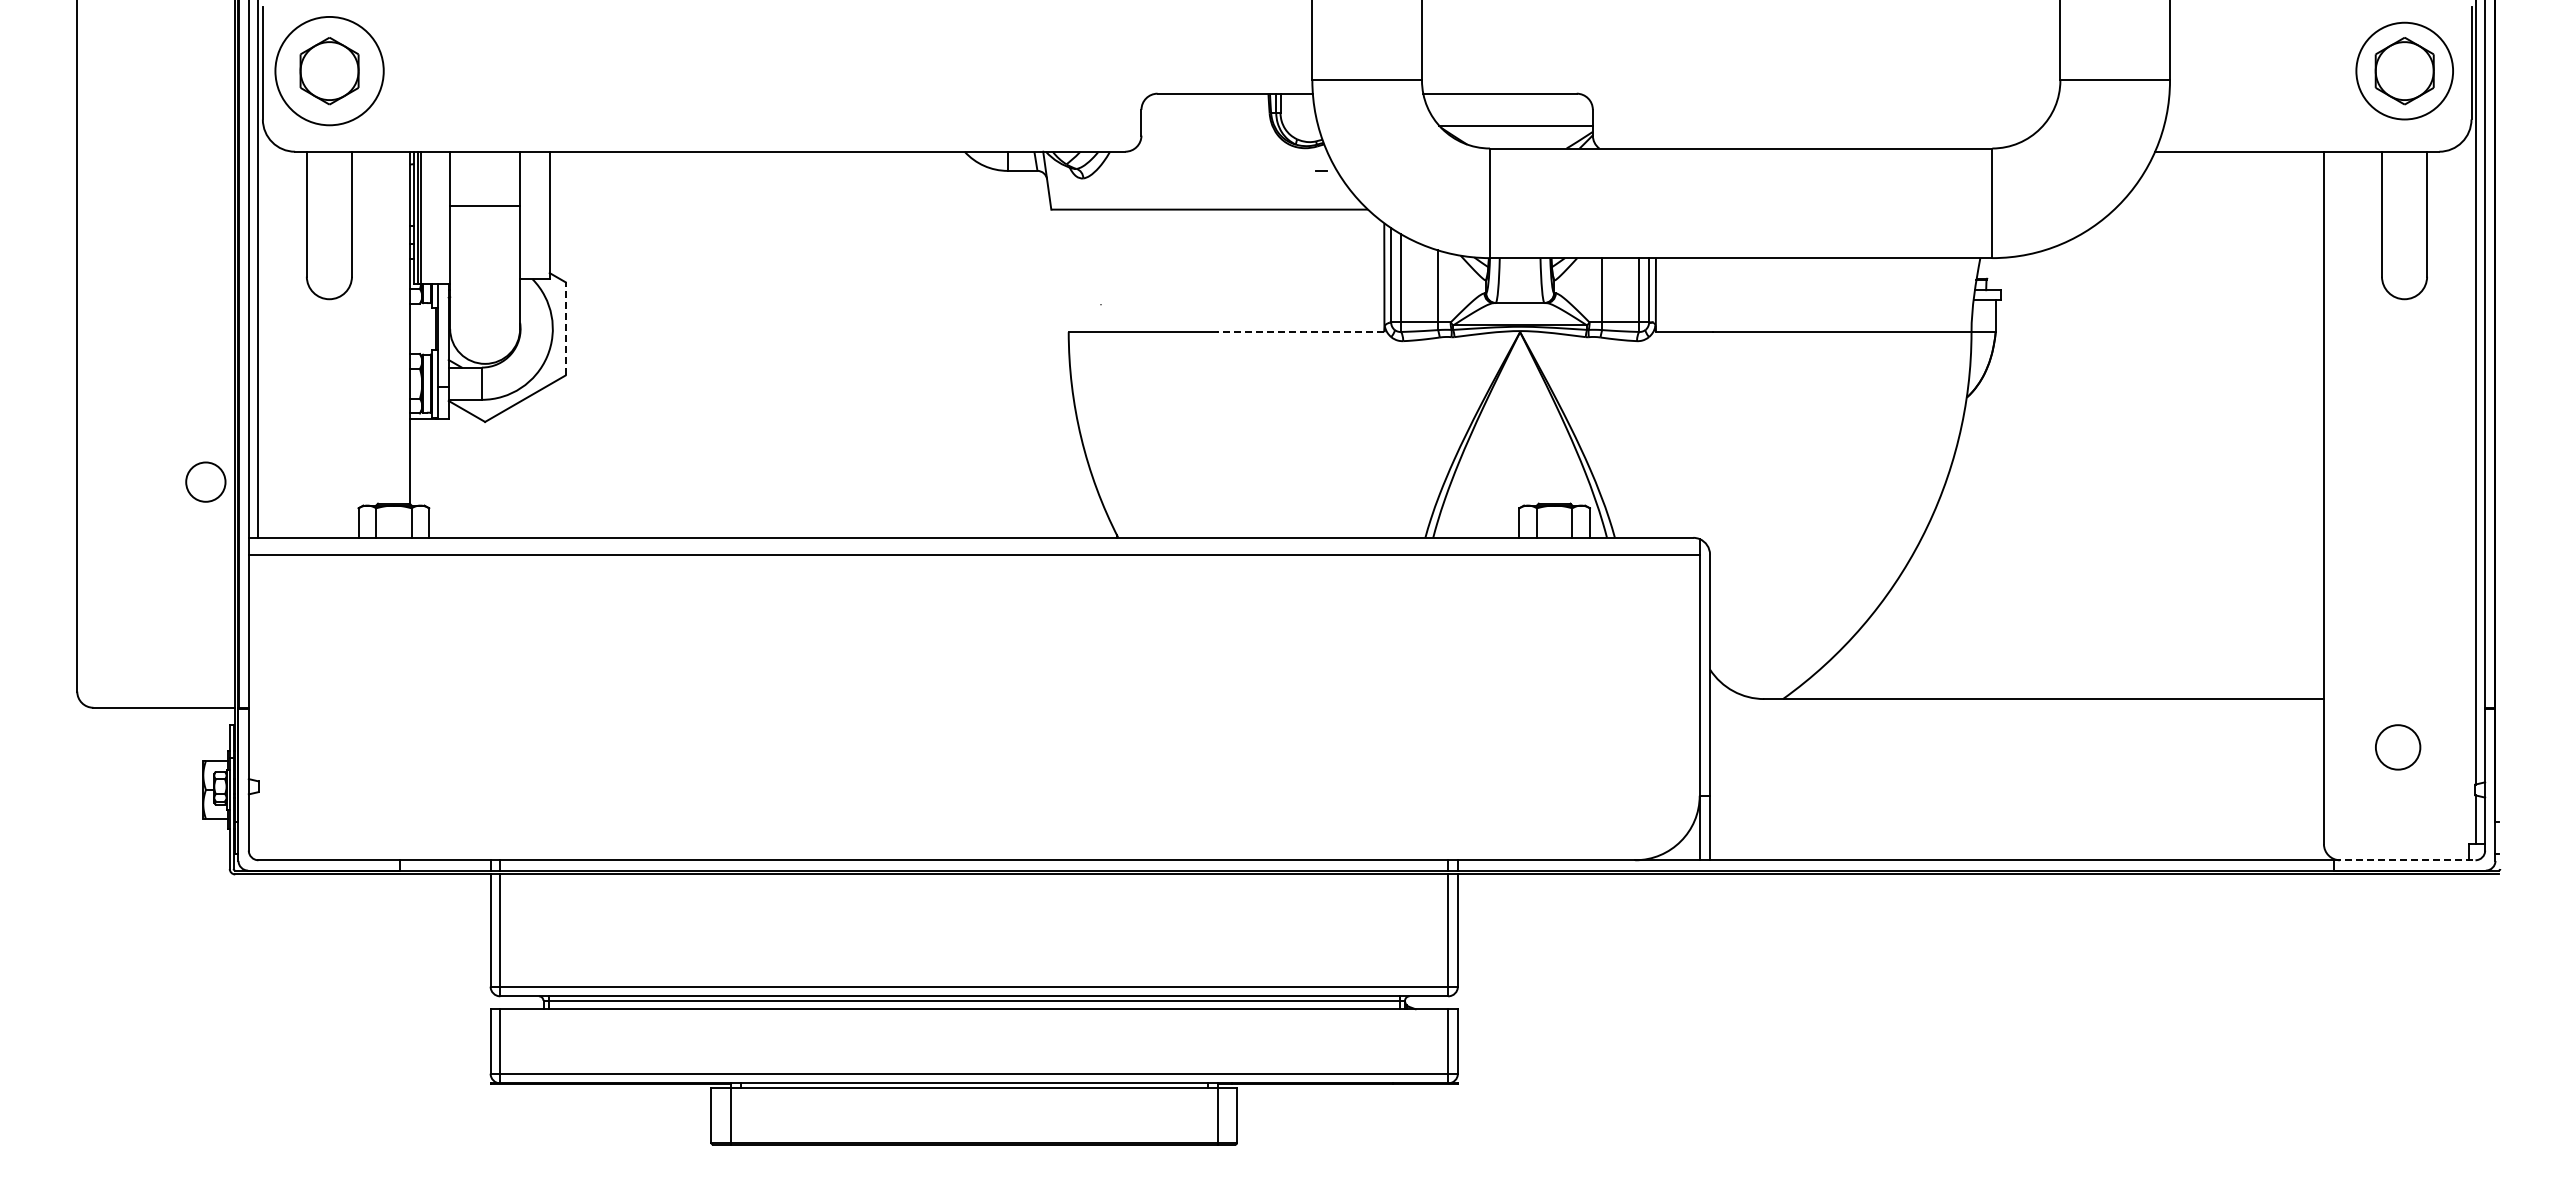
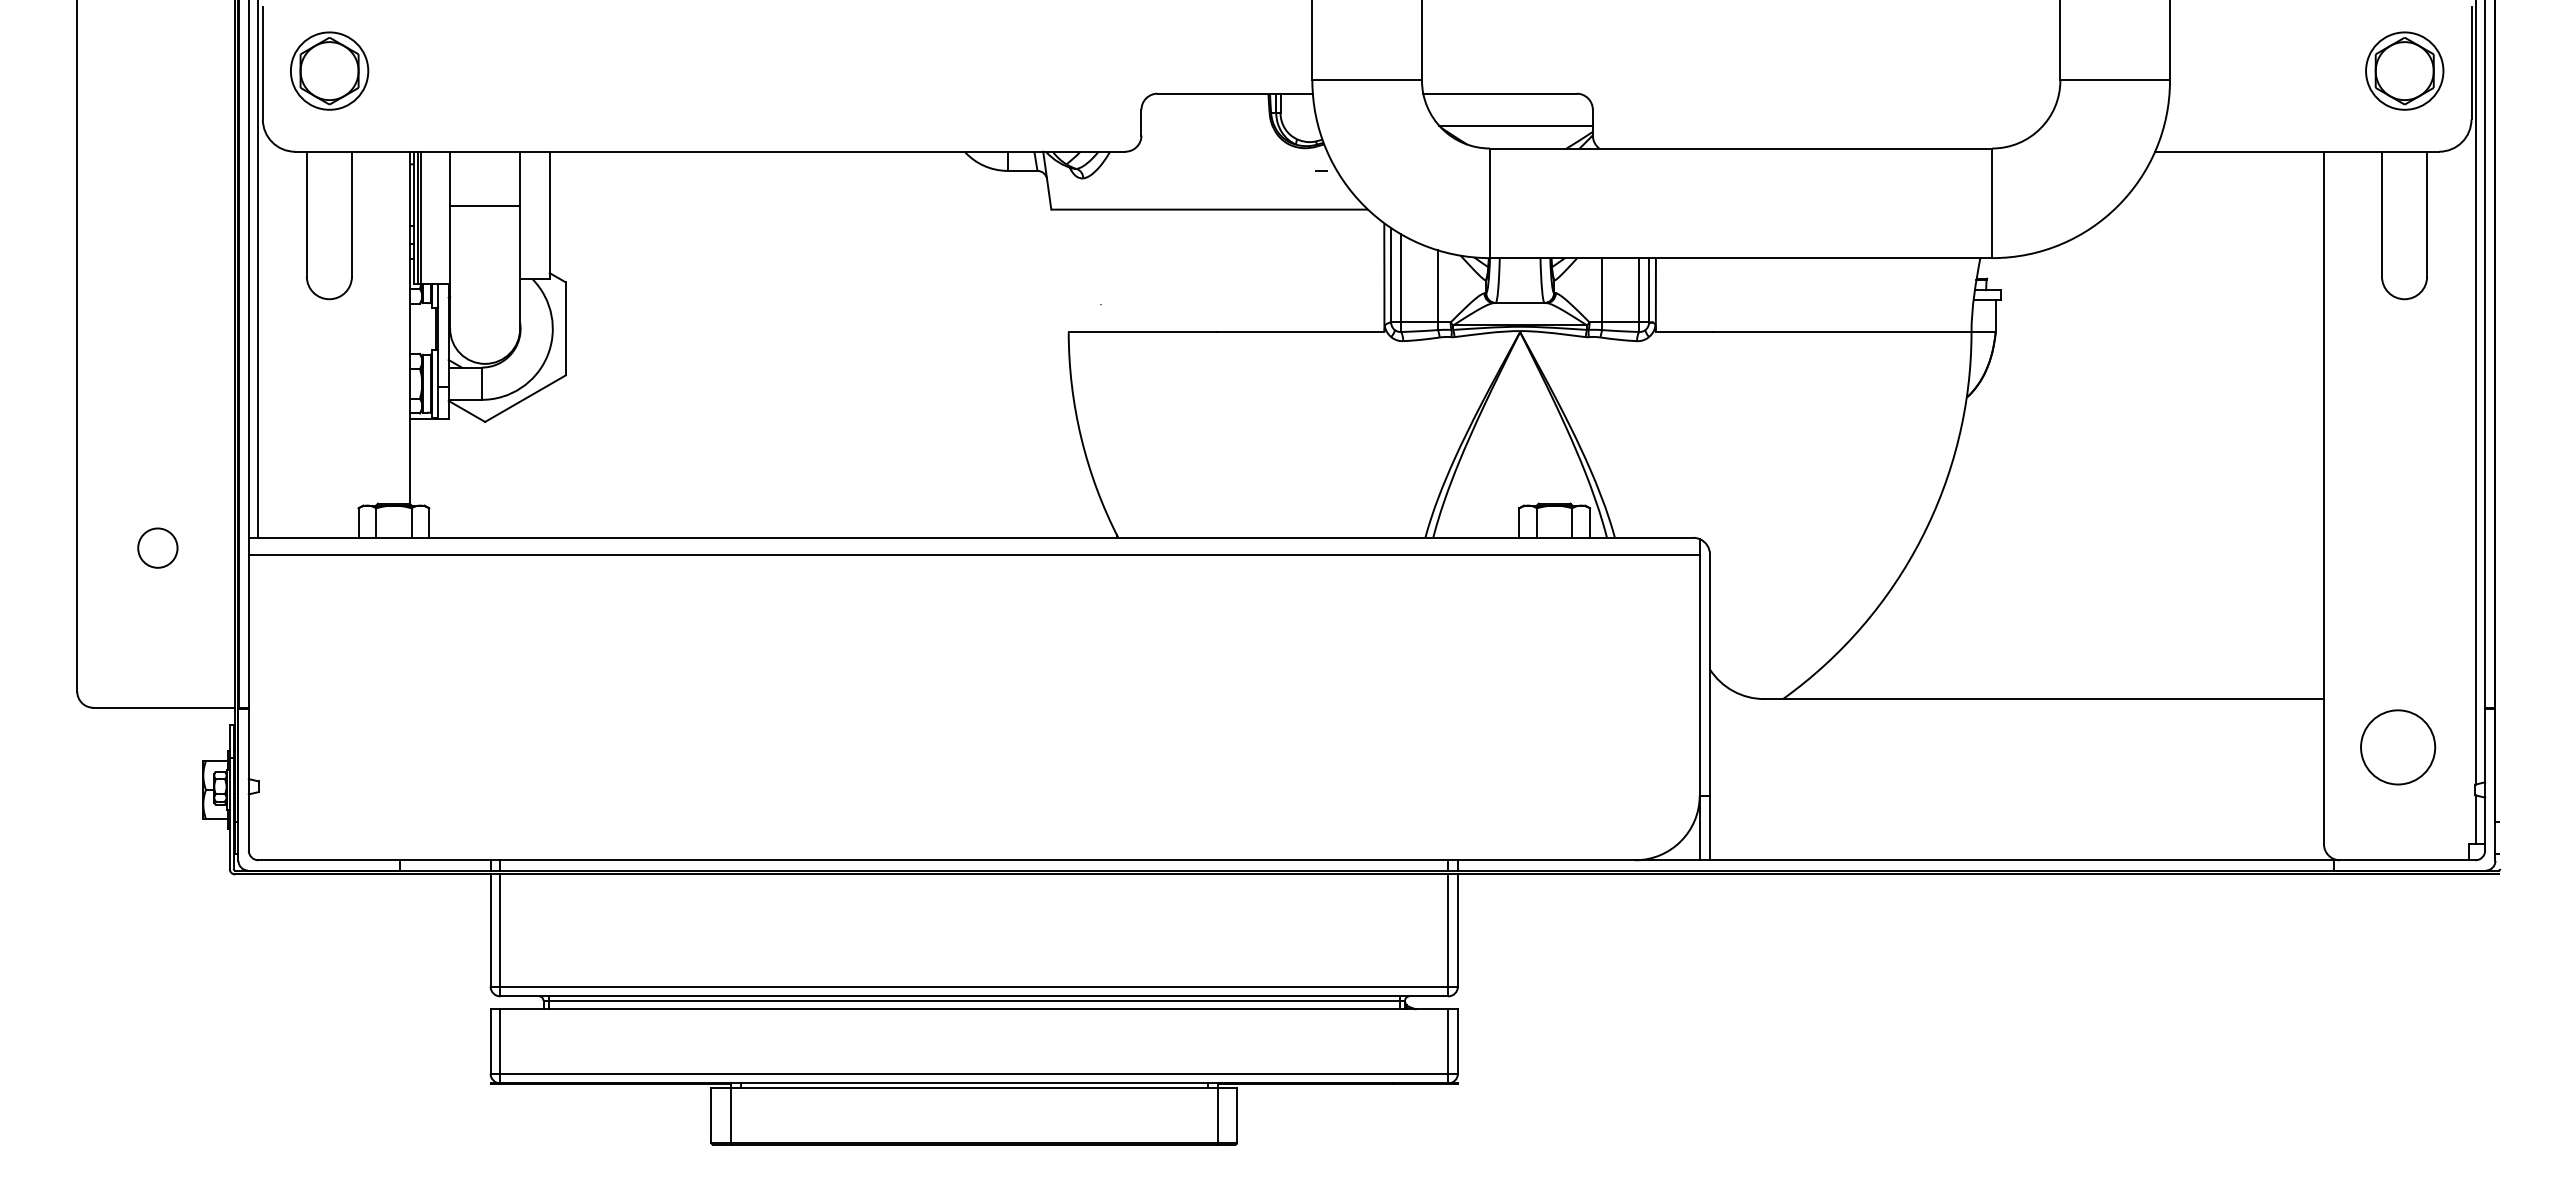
circle at (329, 70) diameter: 108 px -> 77 px
circle at (2404, 70) diameter: 97 px -> 77 px
line at (565, 328): dashed -> solid
line at (1300, 332): dashed -> solid
circle at (205, 481) position: (205, 481) -> (157, 547)
circle at (2397, 747) diameter: 44 px -> 74 px
line at (2404, 860): dashed -> solid
